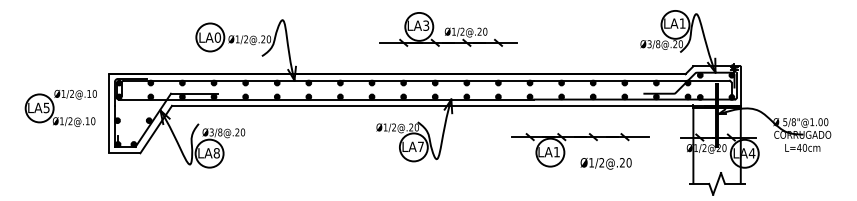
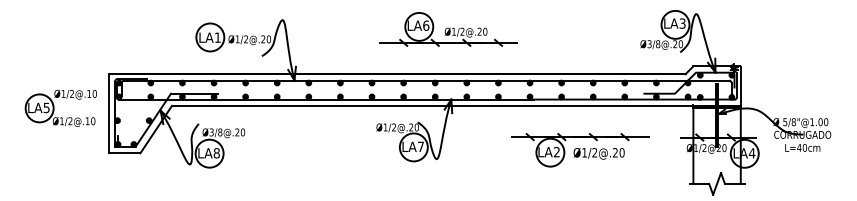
text at (682, 23): LA1 -> LA3
text at (426, 25): LA3 -> LA6
text at (217, 37): LA0 -> LA1
text at (556, 151): LA1 -> LA2
text at (605, 163) position: (605, 163) -> (598, 153)
